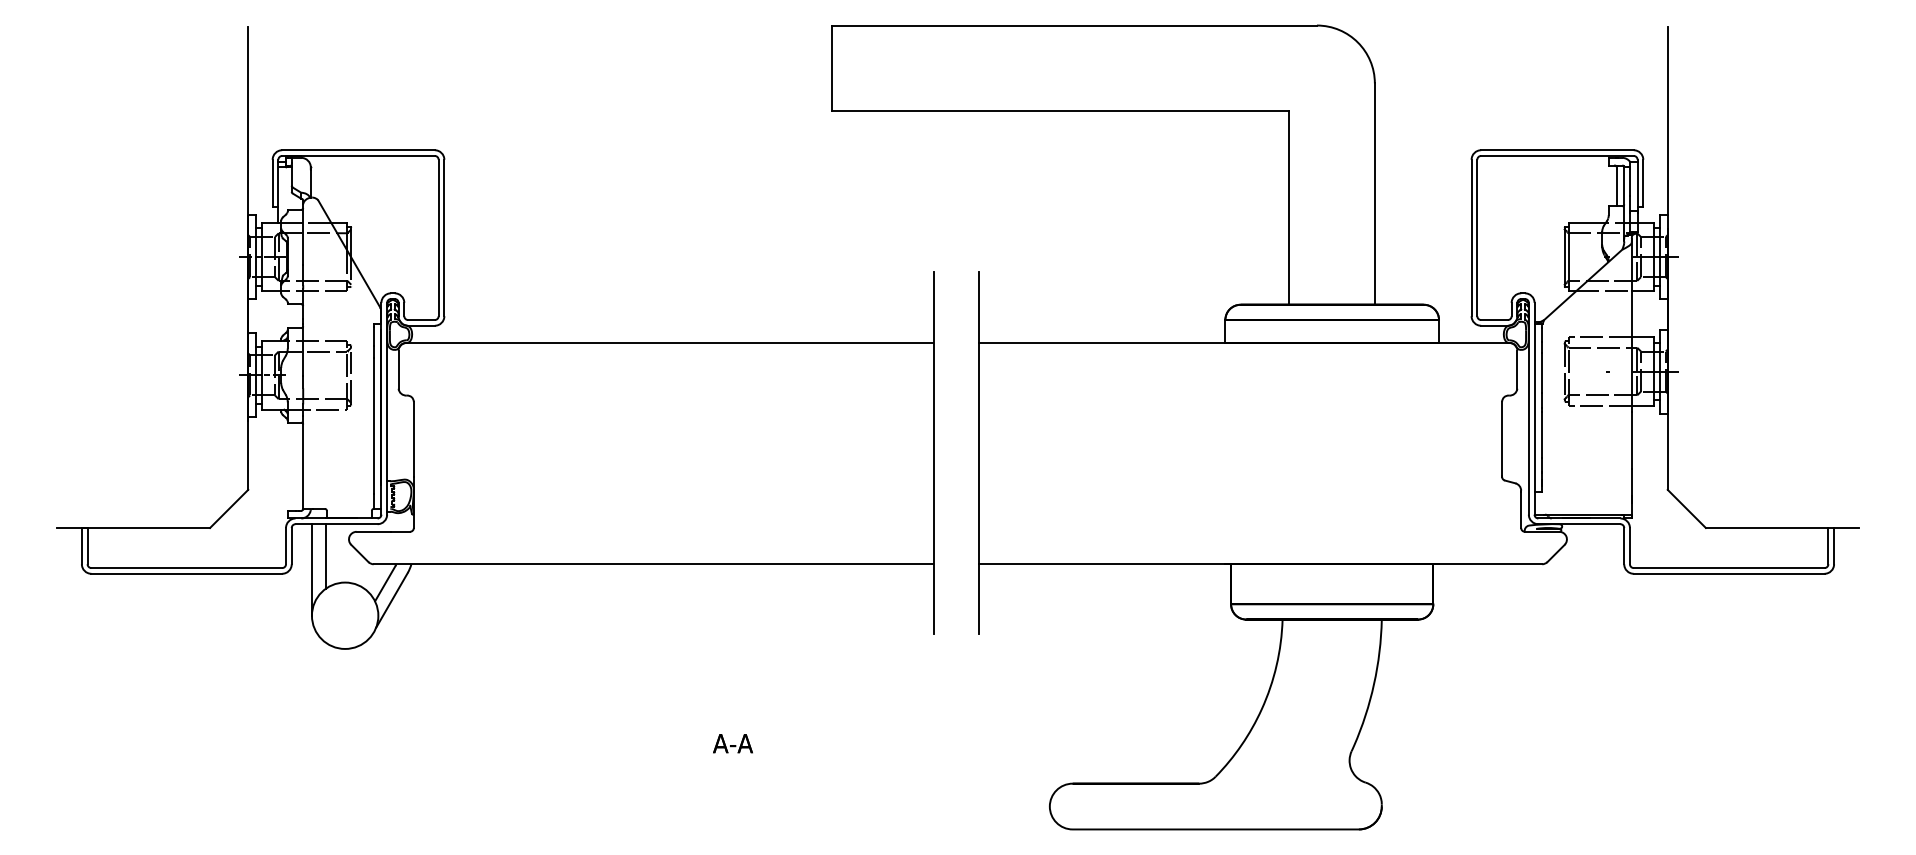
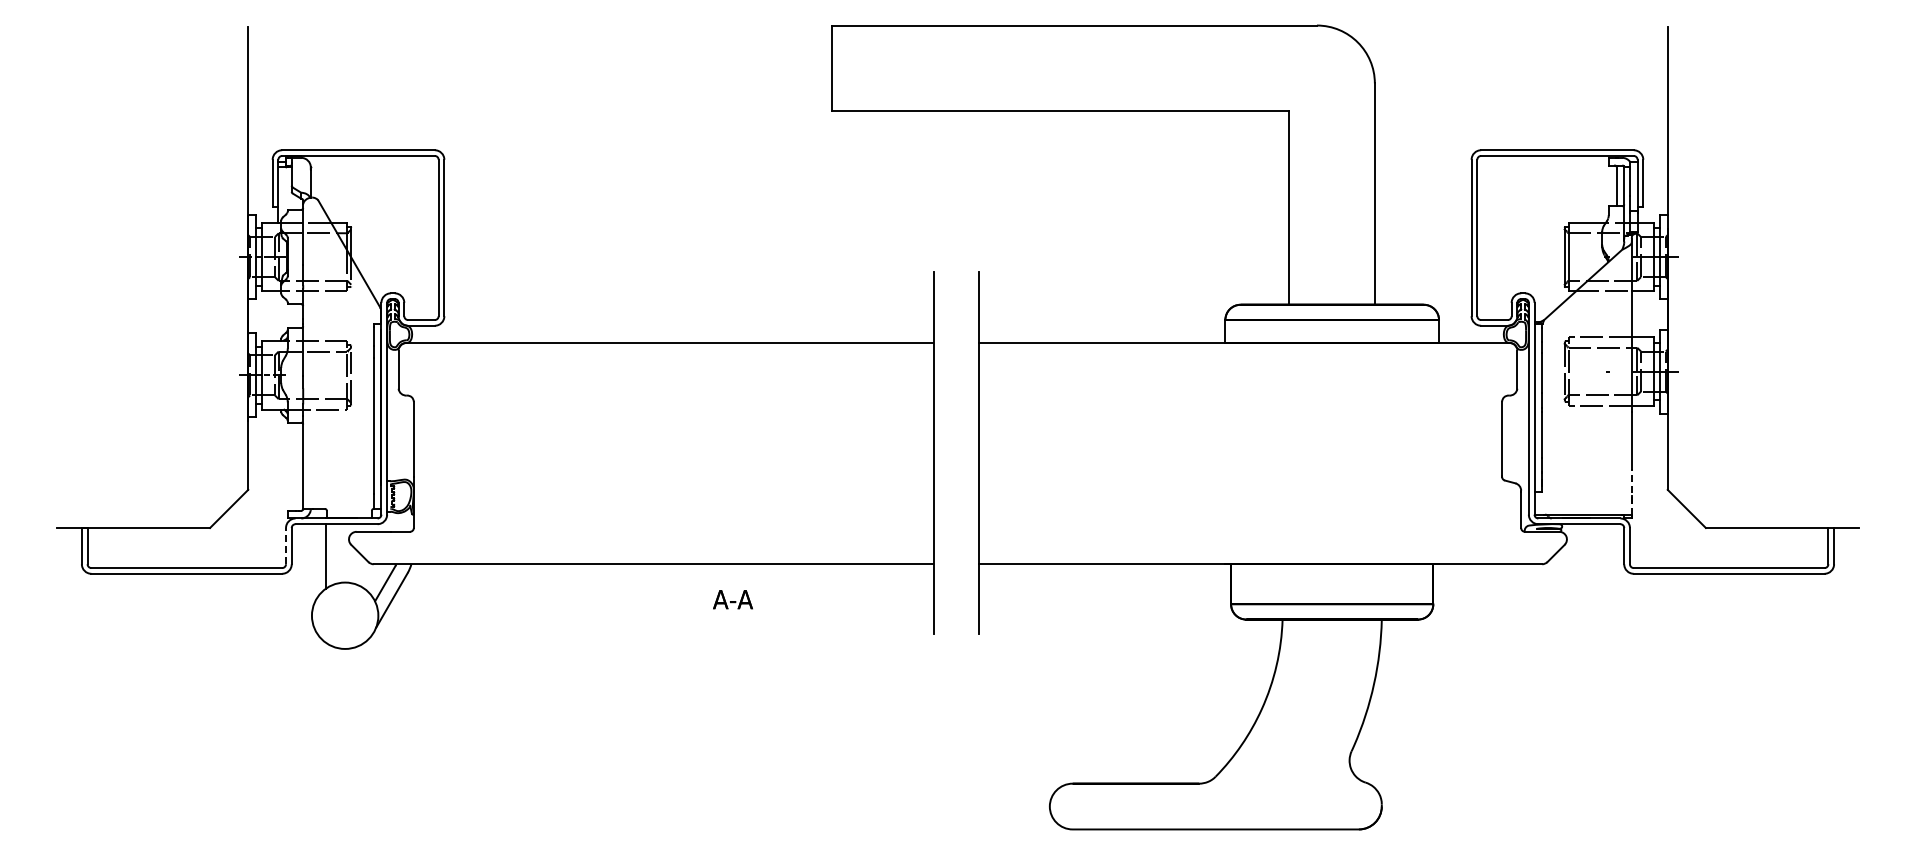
line at (1631, 491): solid -> dashed
line at (286, 545): solid -> dashed
line at (311, 569): present -> none
text at (732, 743) position: (732, 743) -> (732, 599)
